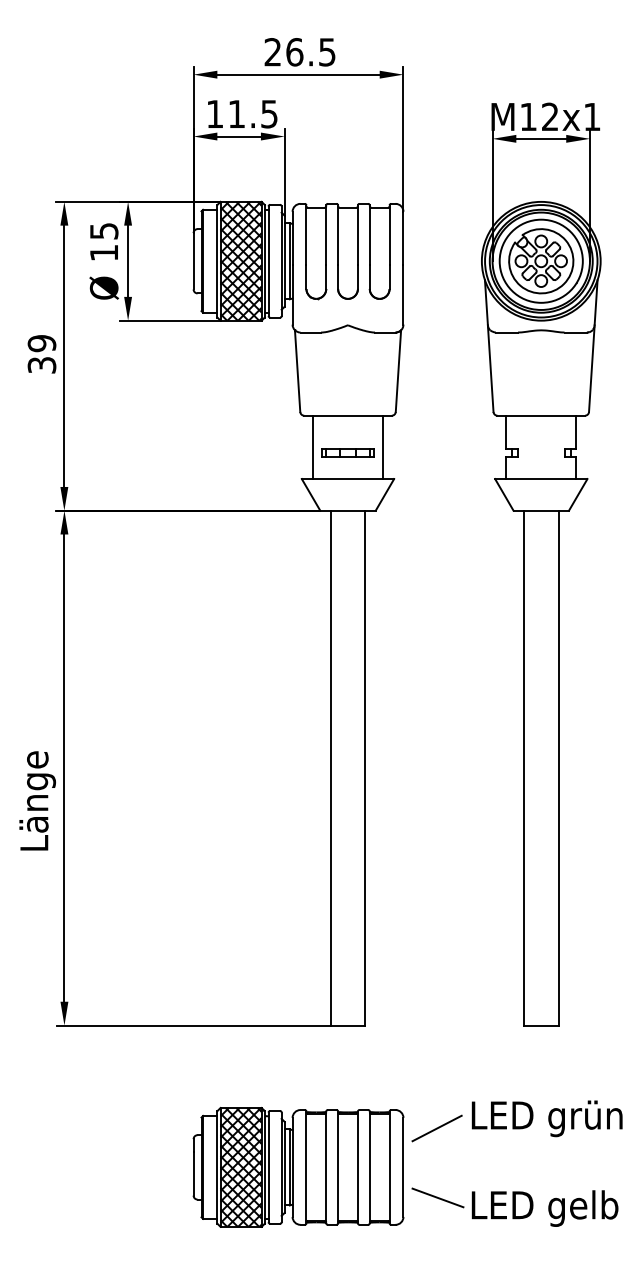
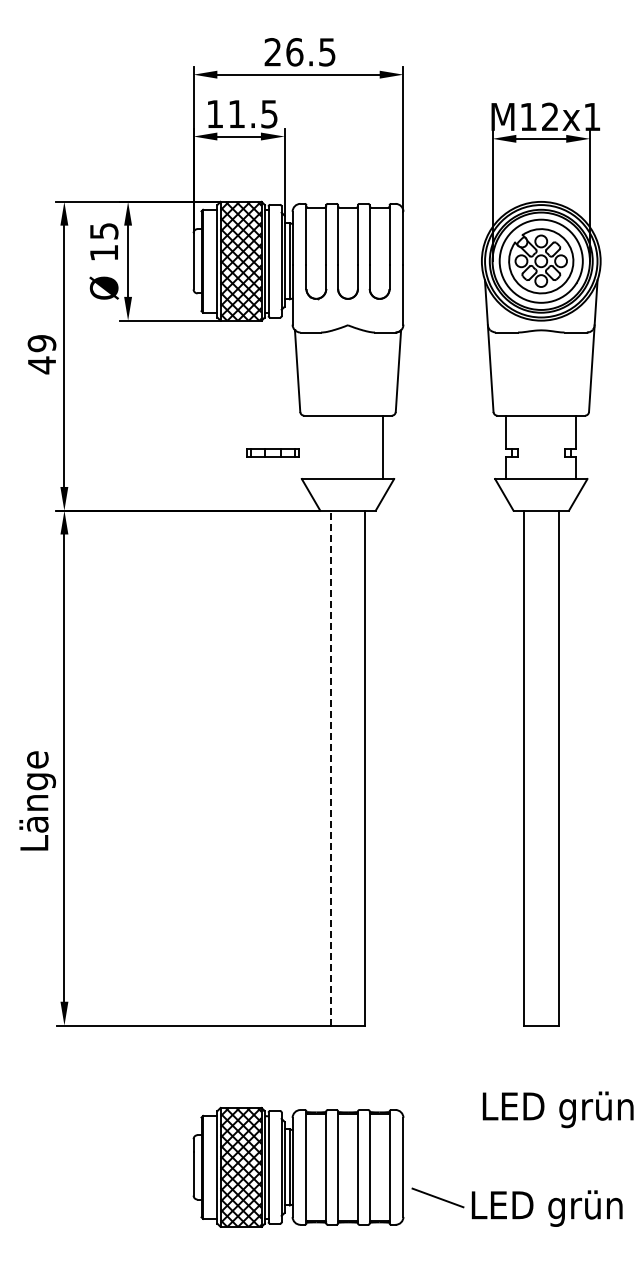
text at (41, 365): 39 -> 49
line at (313, 447): present -> none
part at (347, 452) position: (347, 452) -> (272, 452)
line at (330, 767): solid -> dashed
text at (546, 1118) position: (546, 1118) -> (557, 1109)
line at (436, 1128): present -> none
text at (596, 1204): LED gelb -> LED grün
